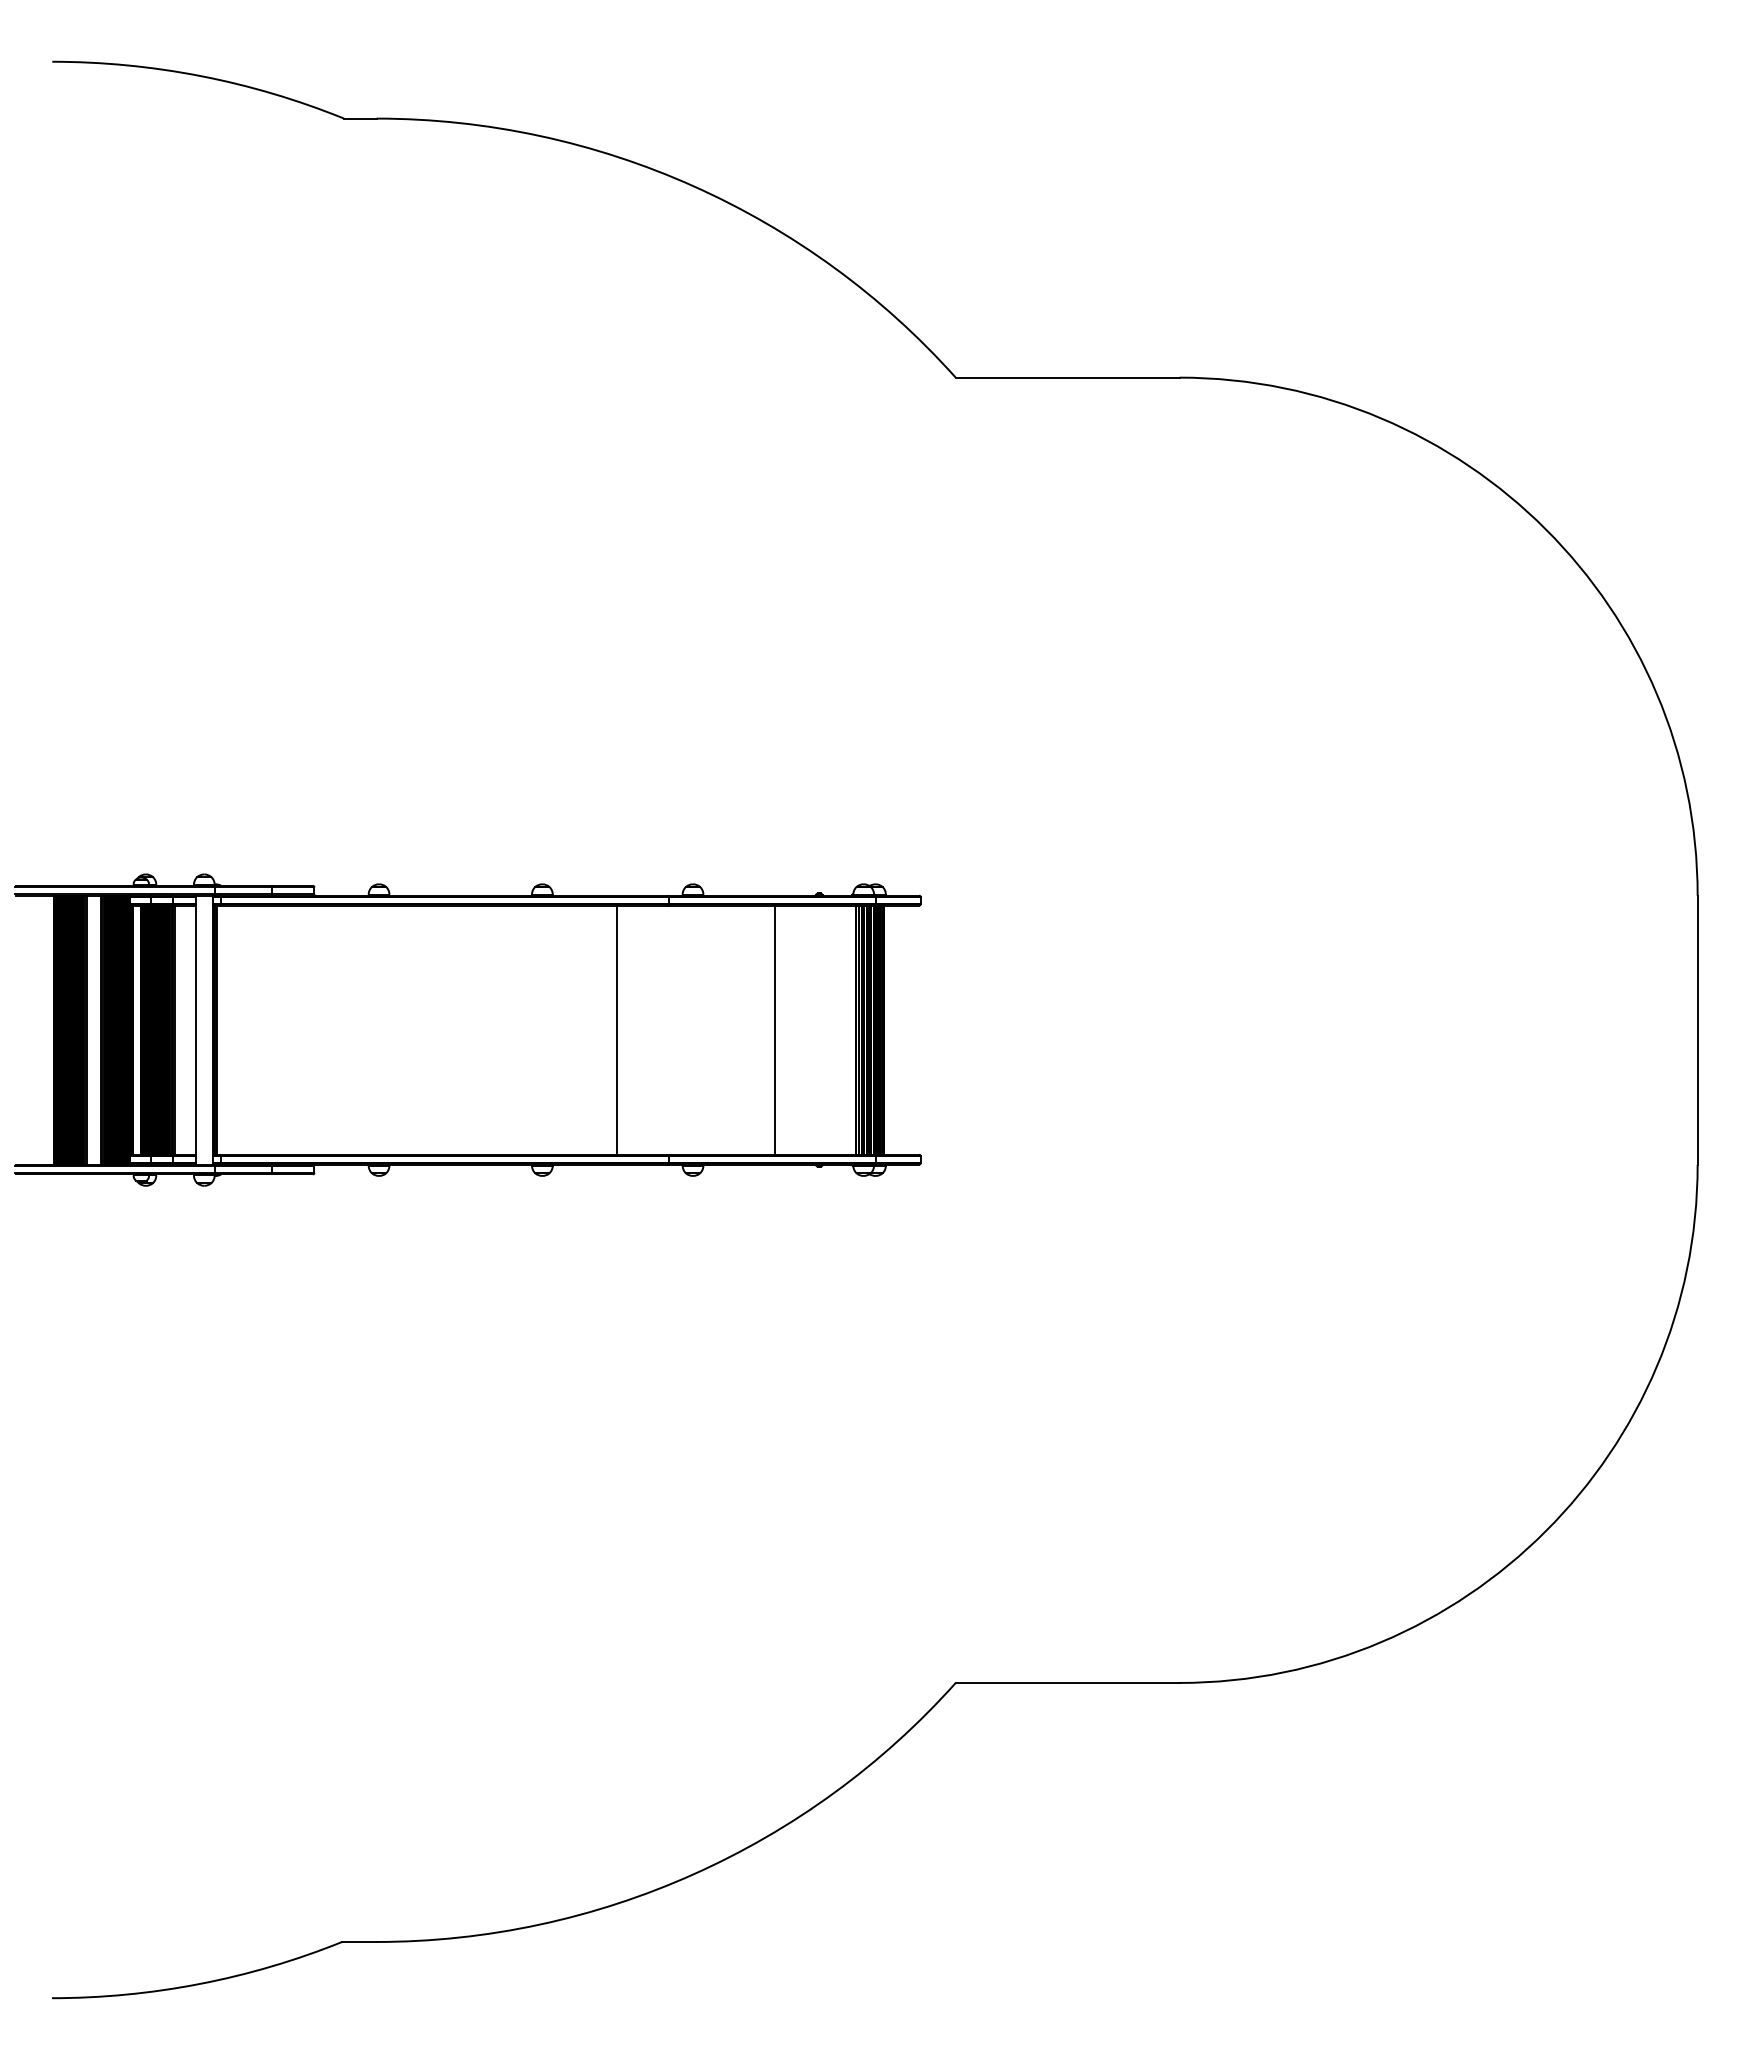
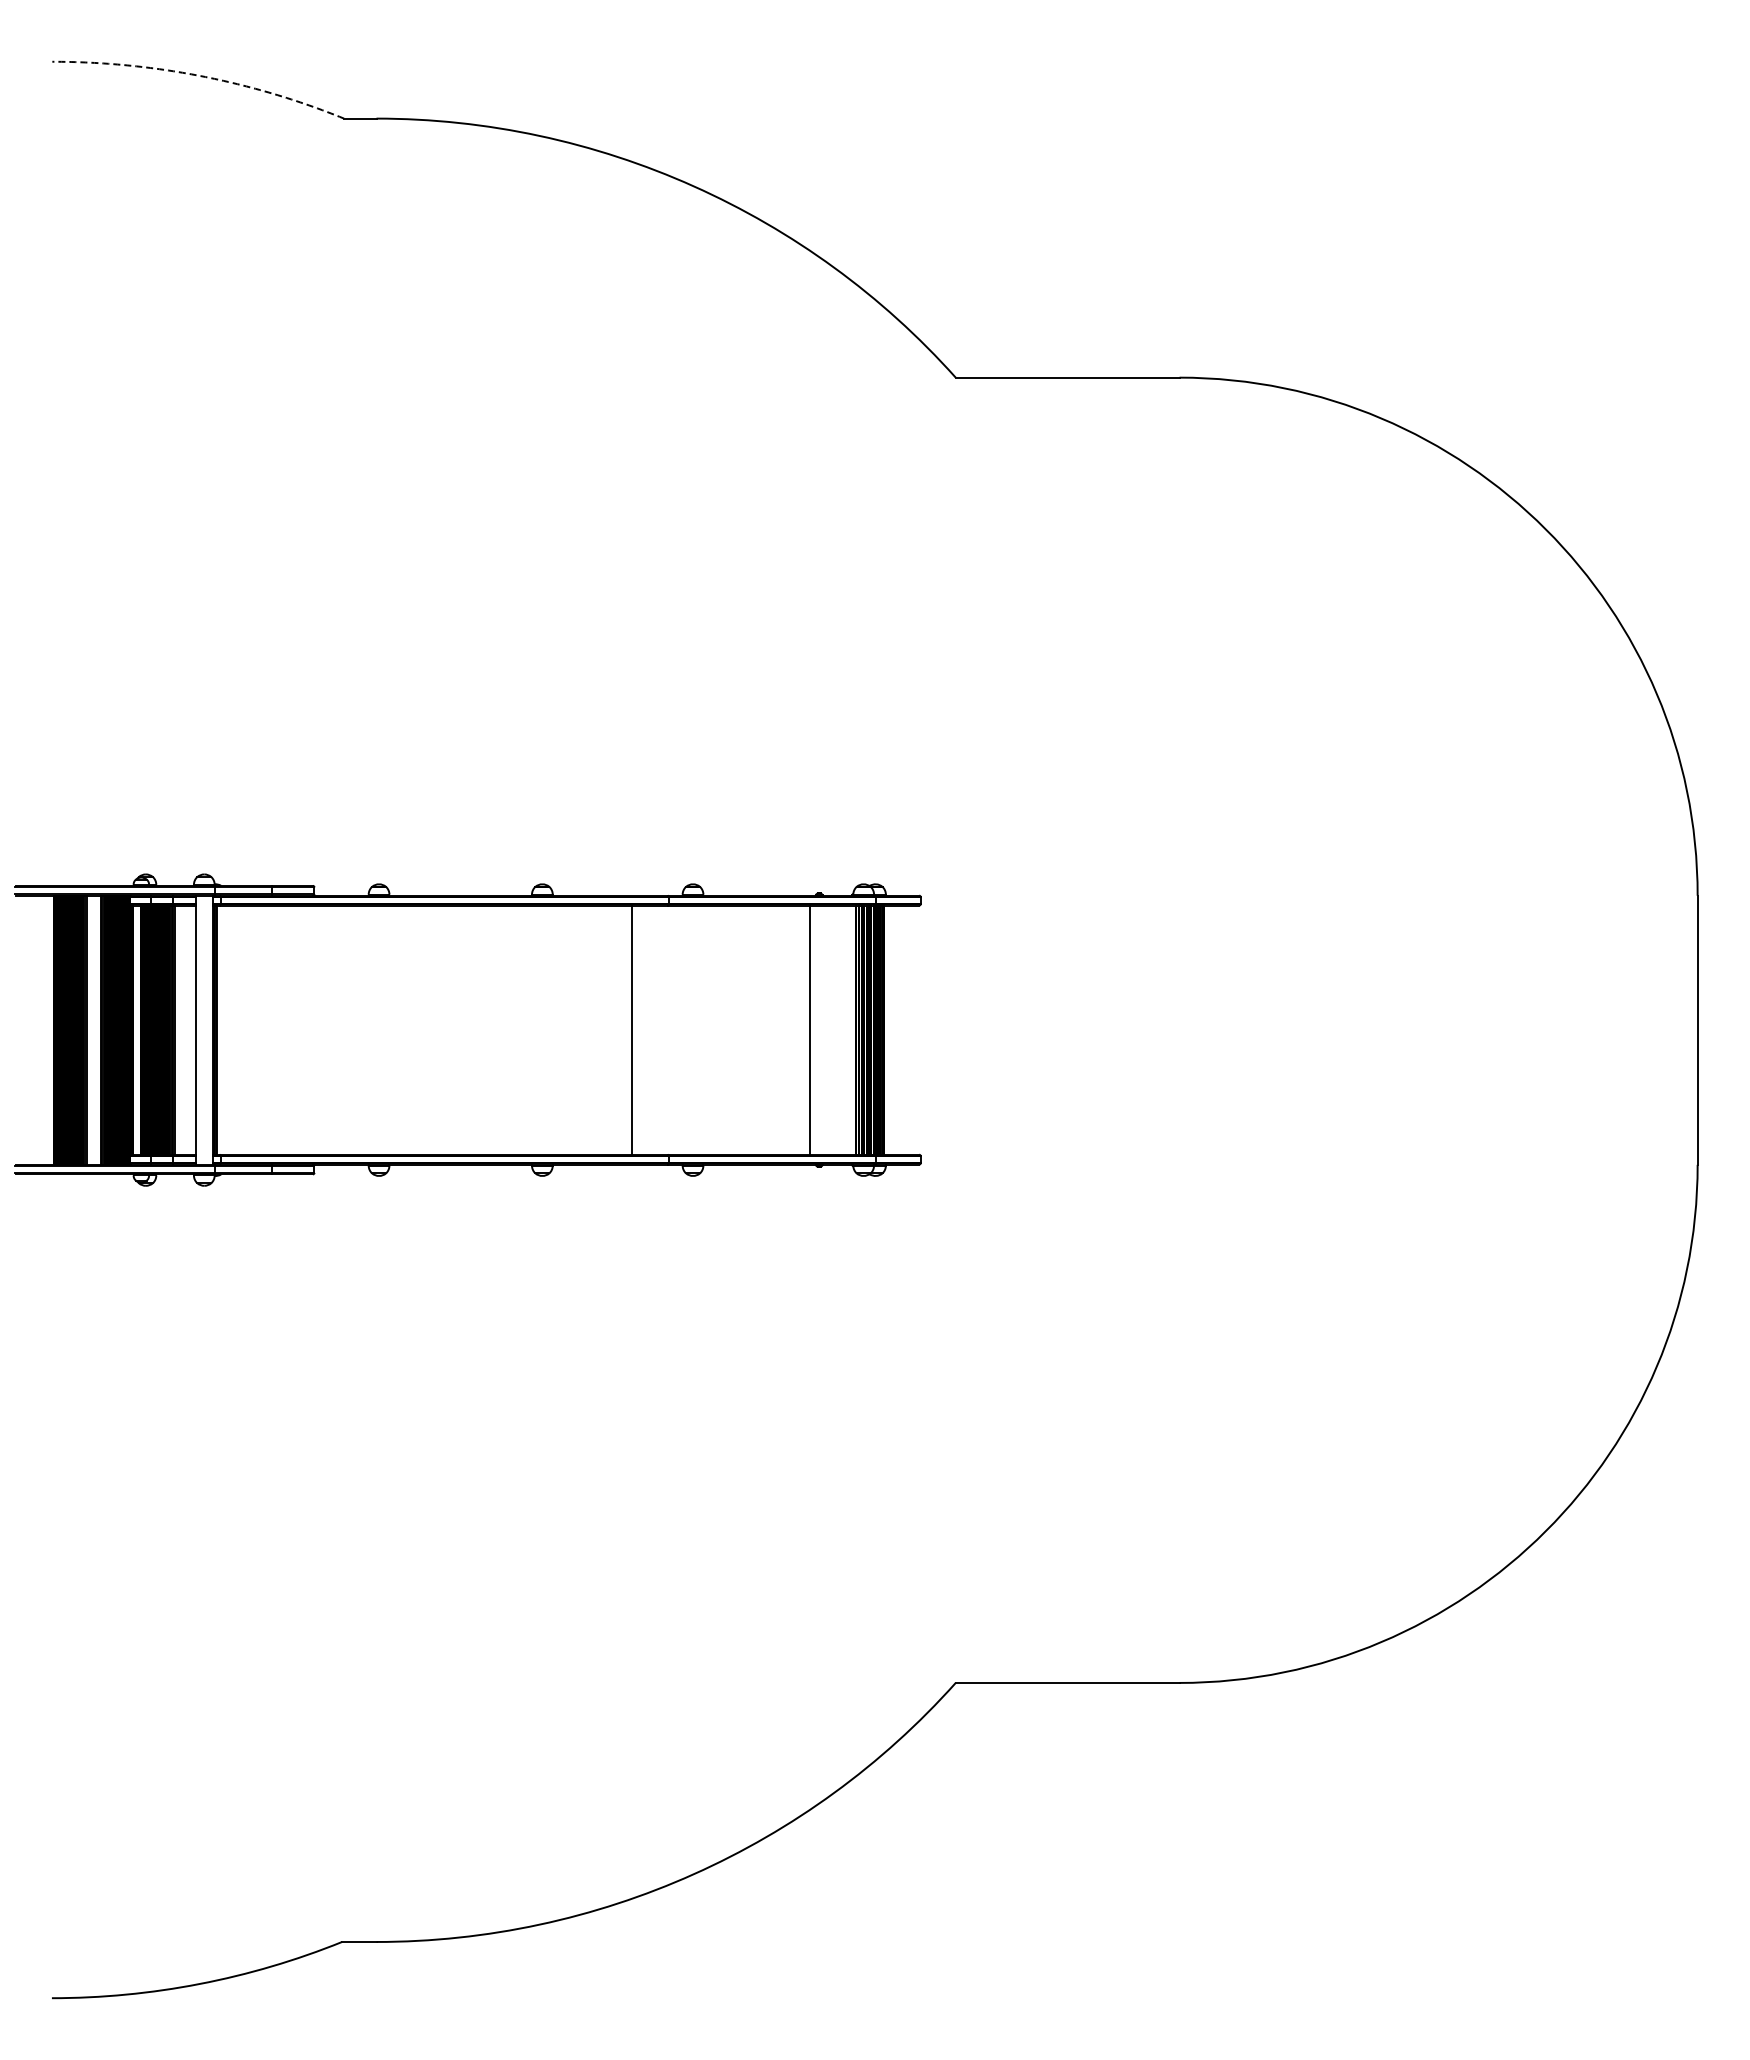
arc at (200, 76): solid -> dashed
line at (616, 1029) position: (616, 1029) -> (631, 1029)
line at (775, 1029) position: (775, 1029) -> (810, 1029)
